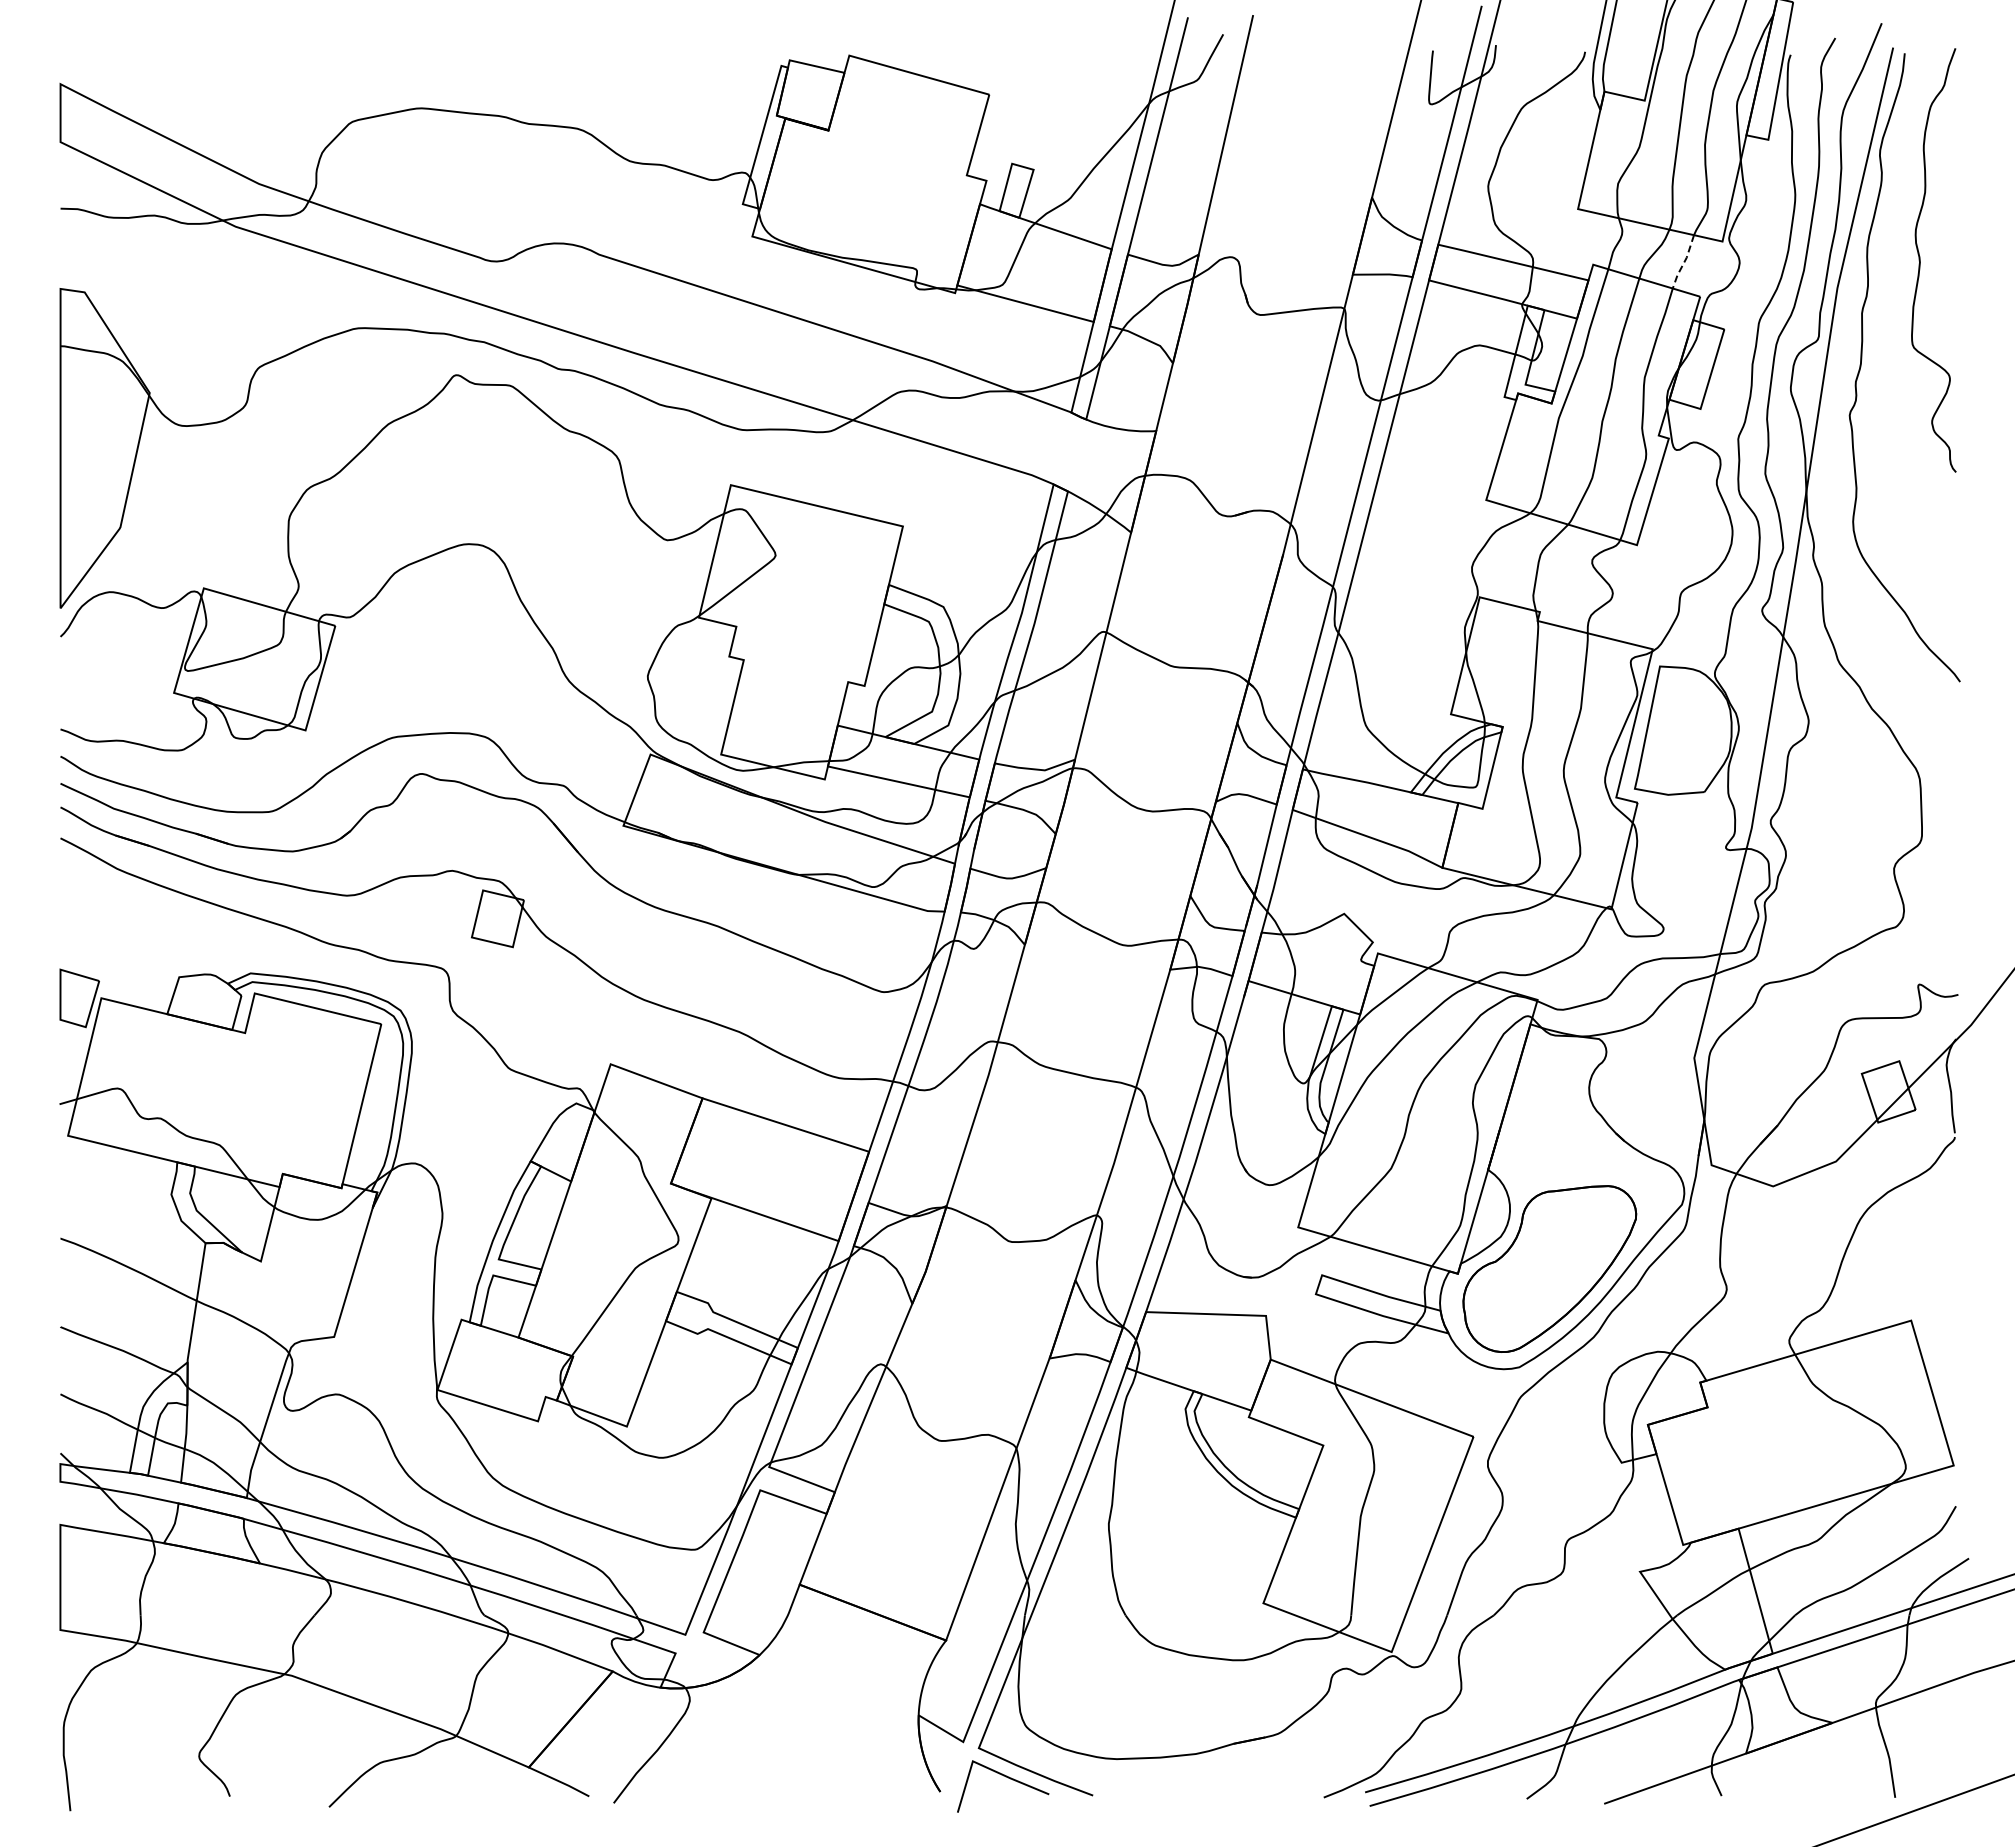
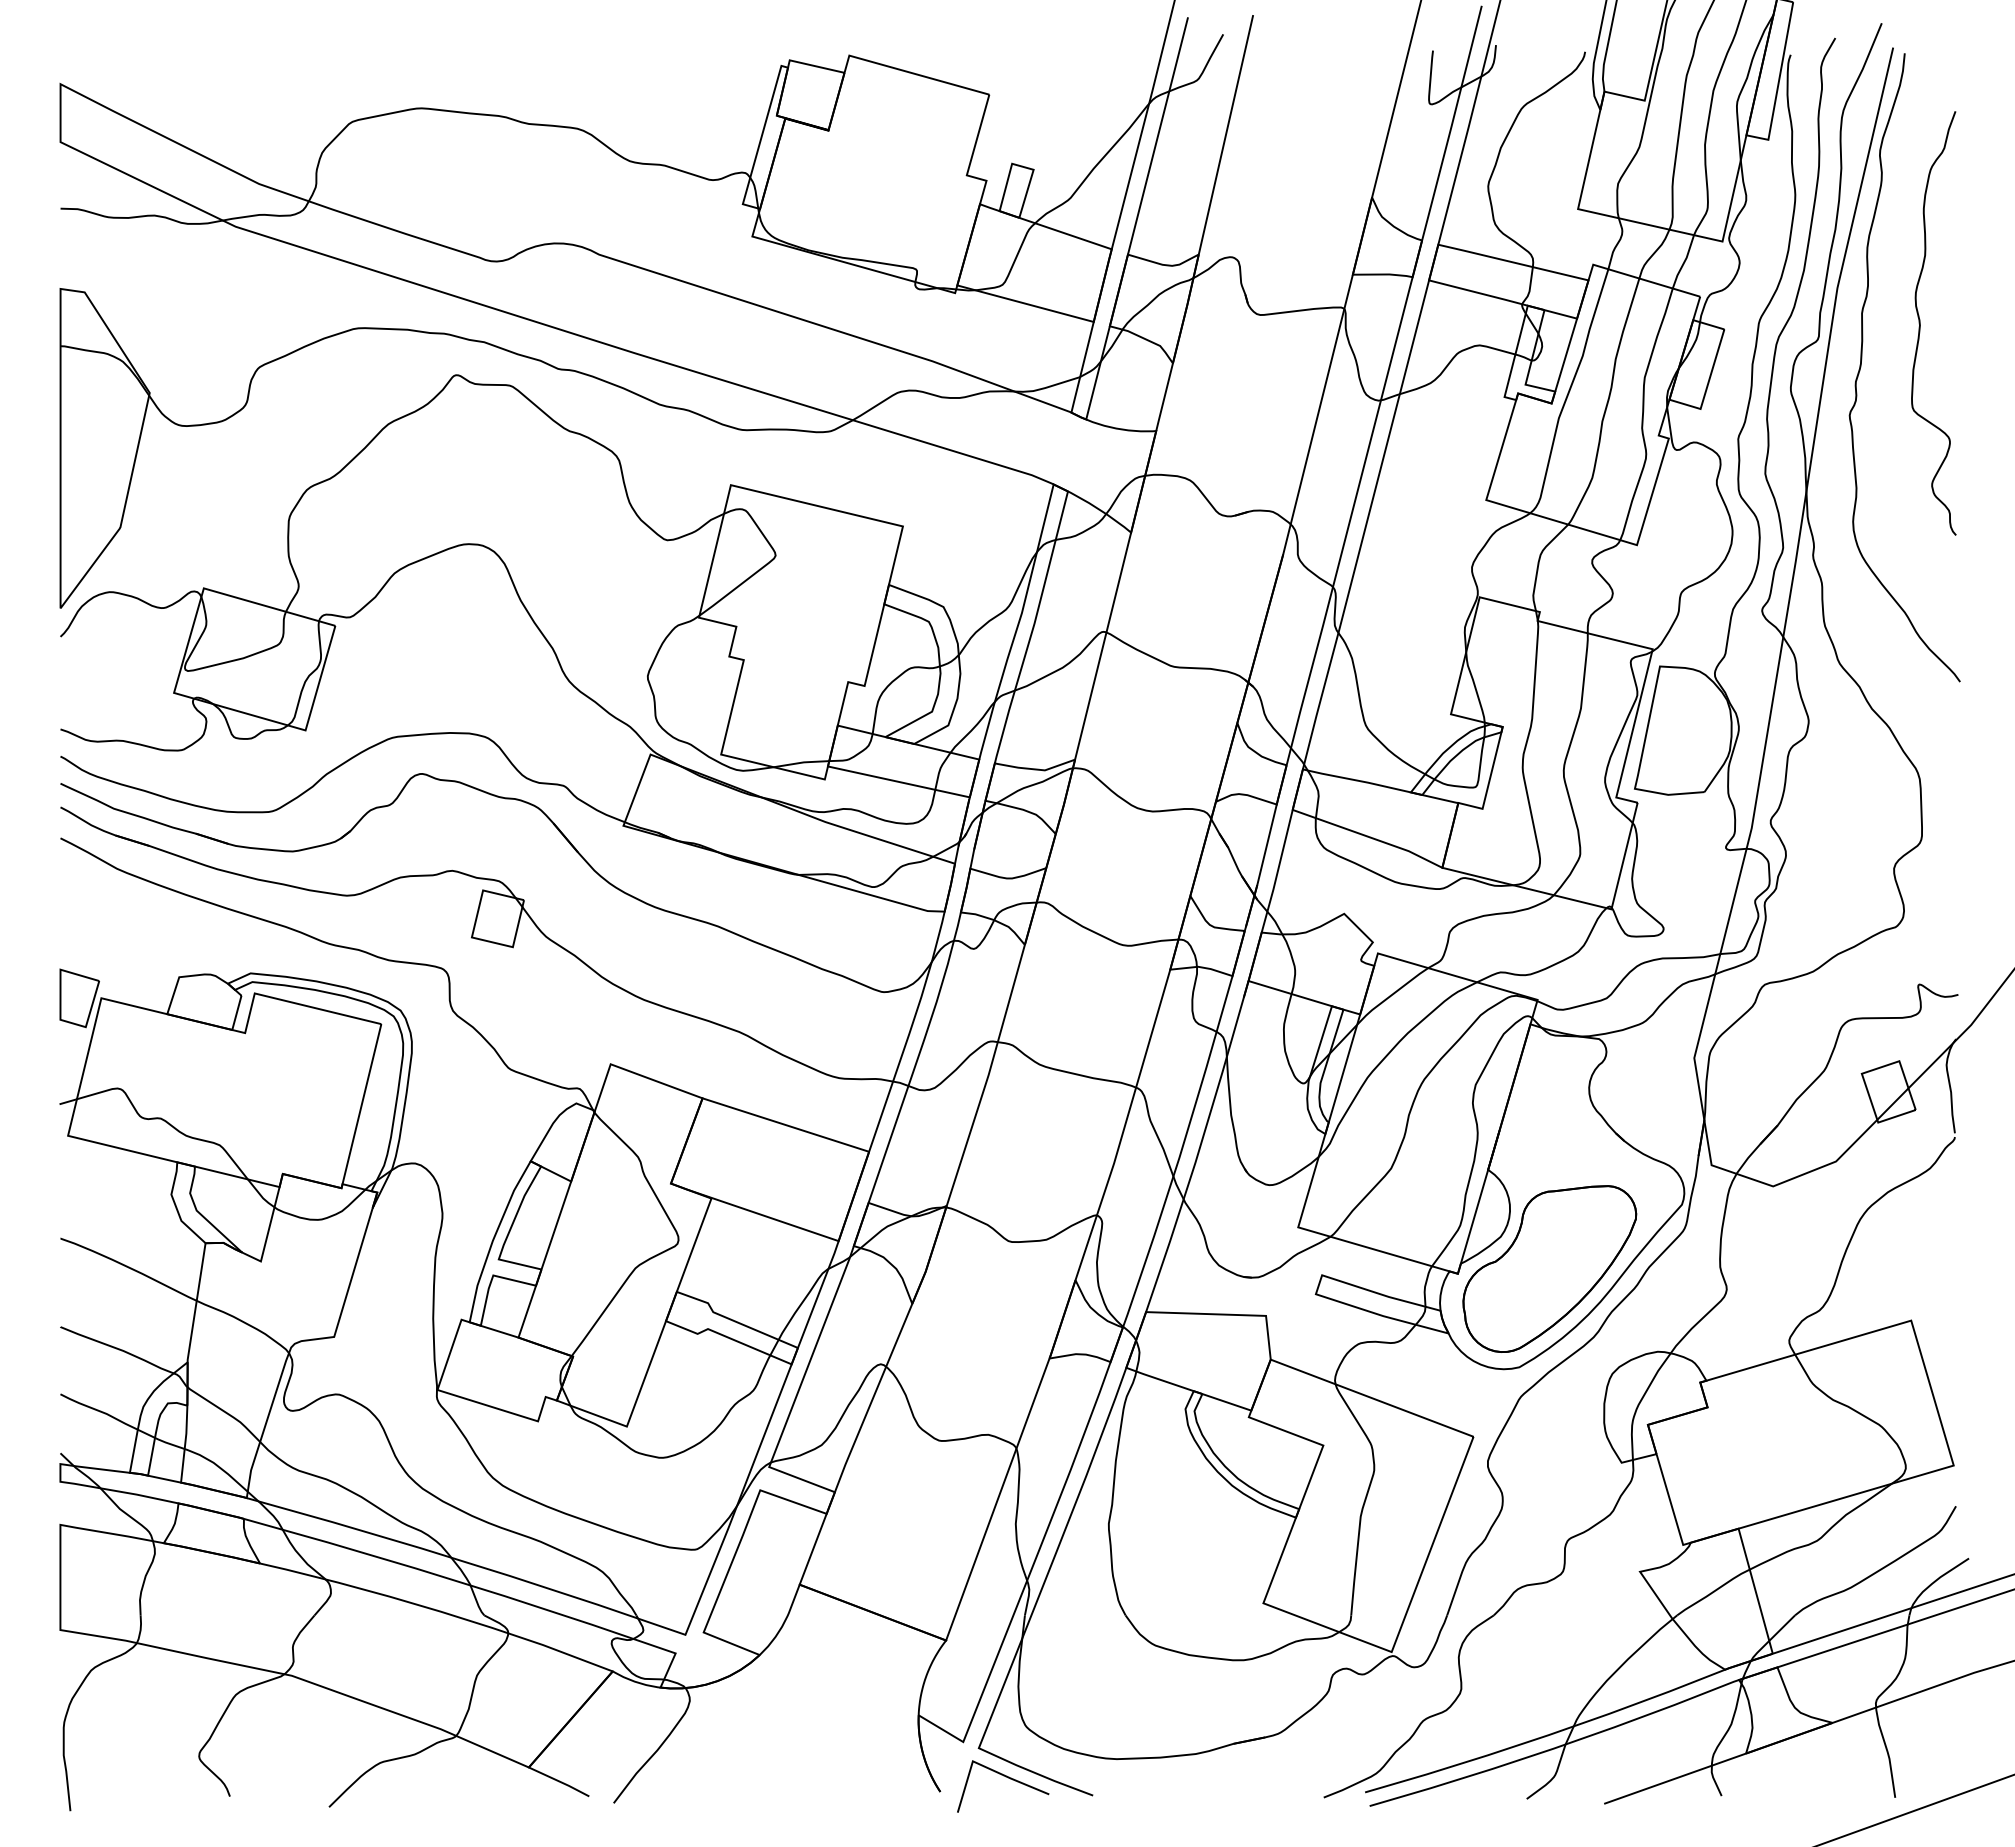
curve at (1920, 260) position: (1920, 260) -> (1920, 323)
line at (1684, 262): dashed -> solid
